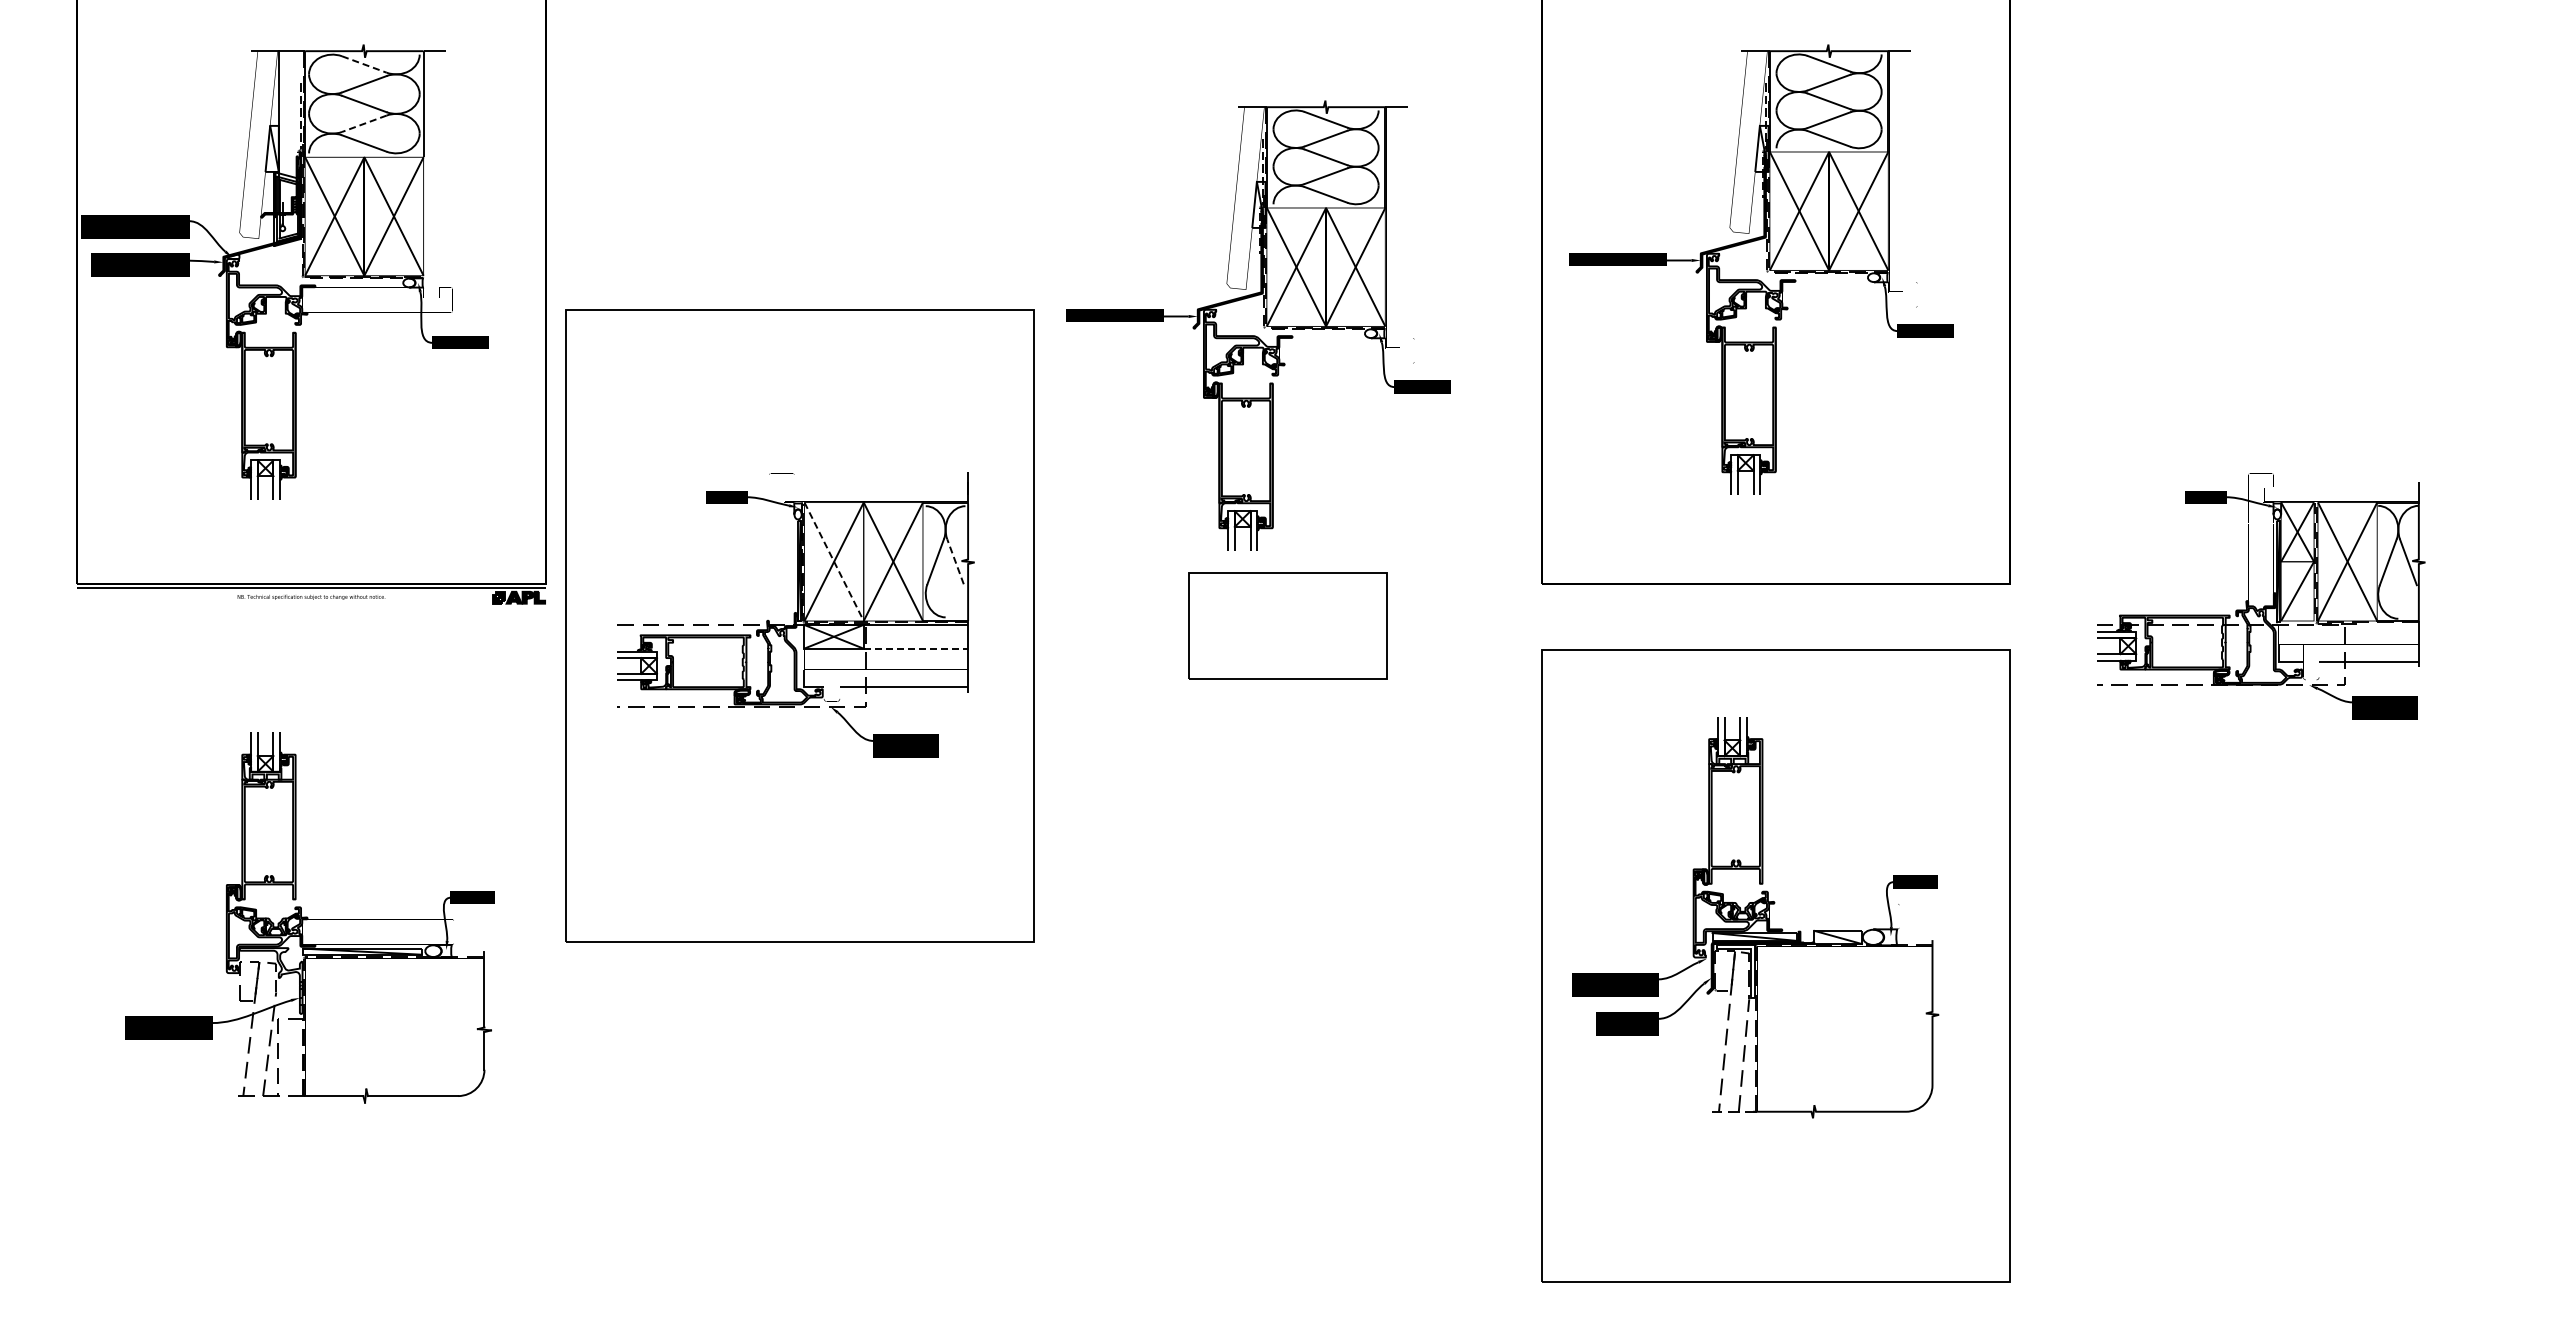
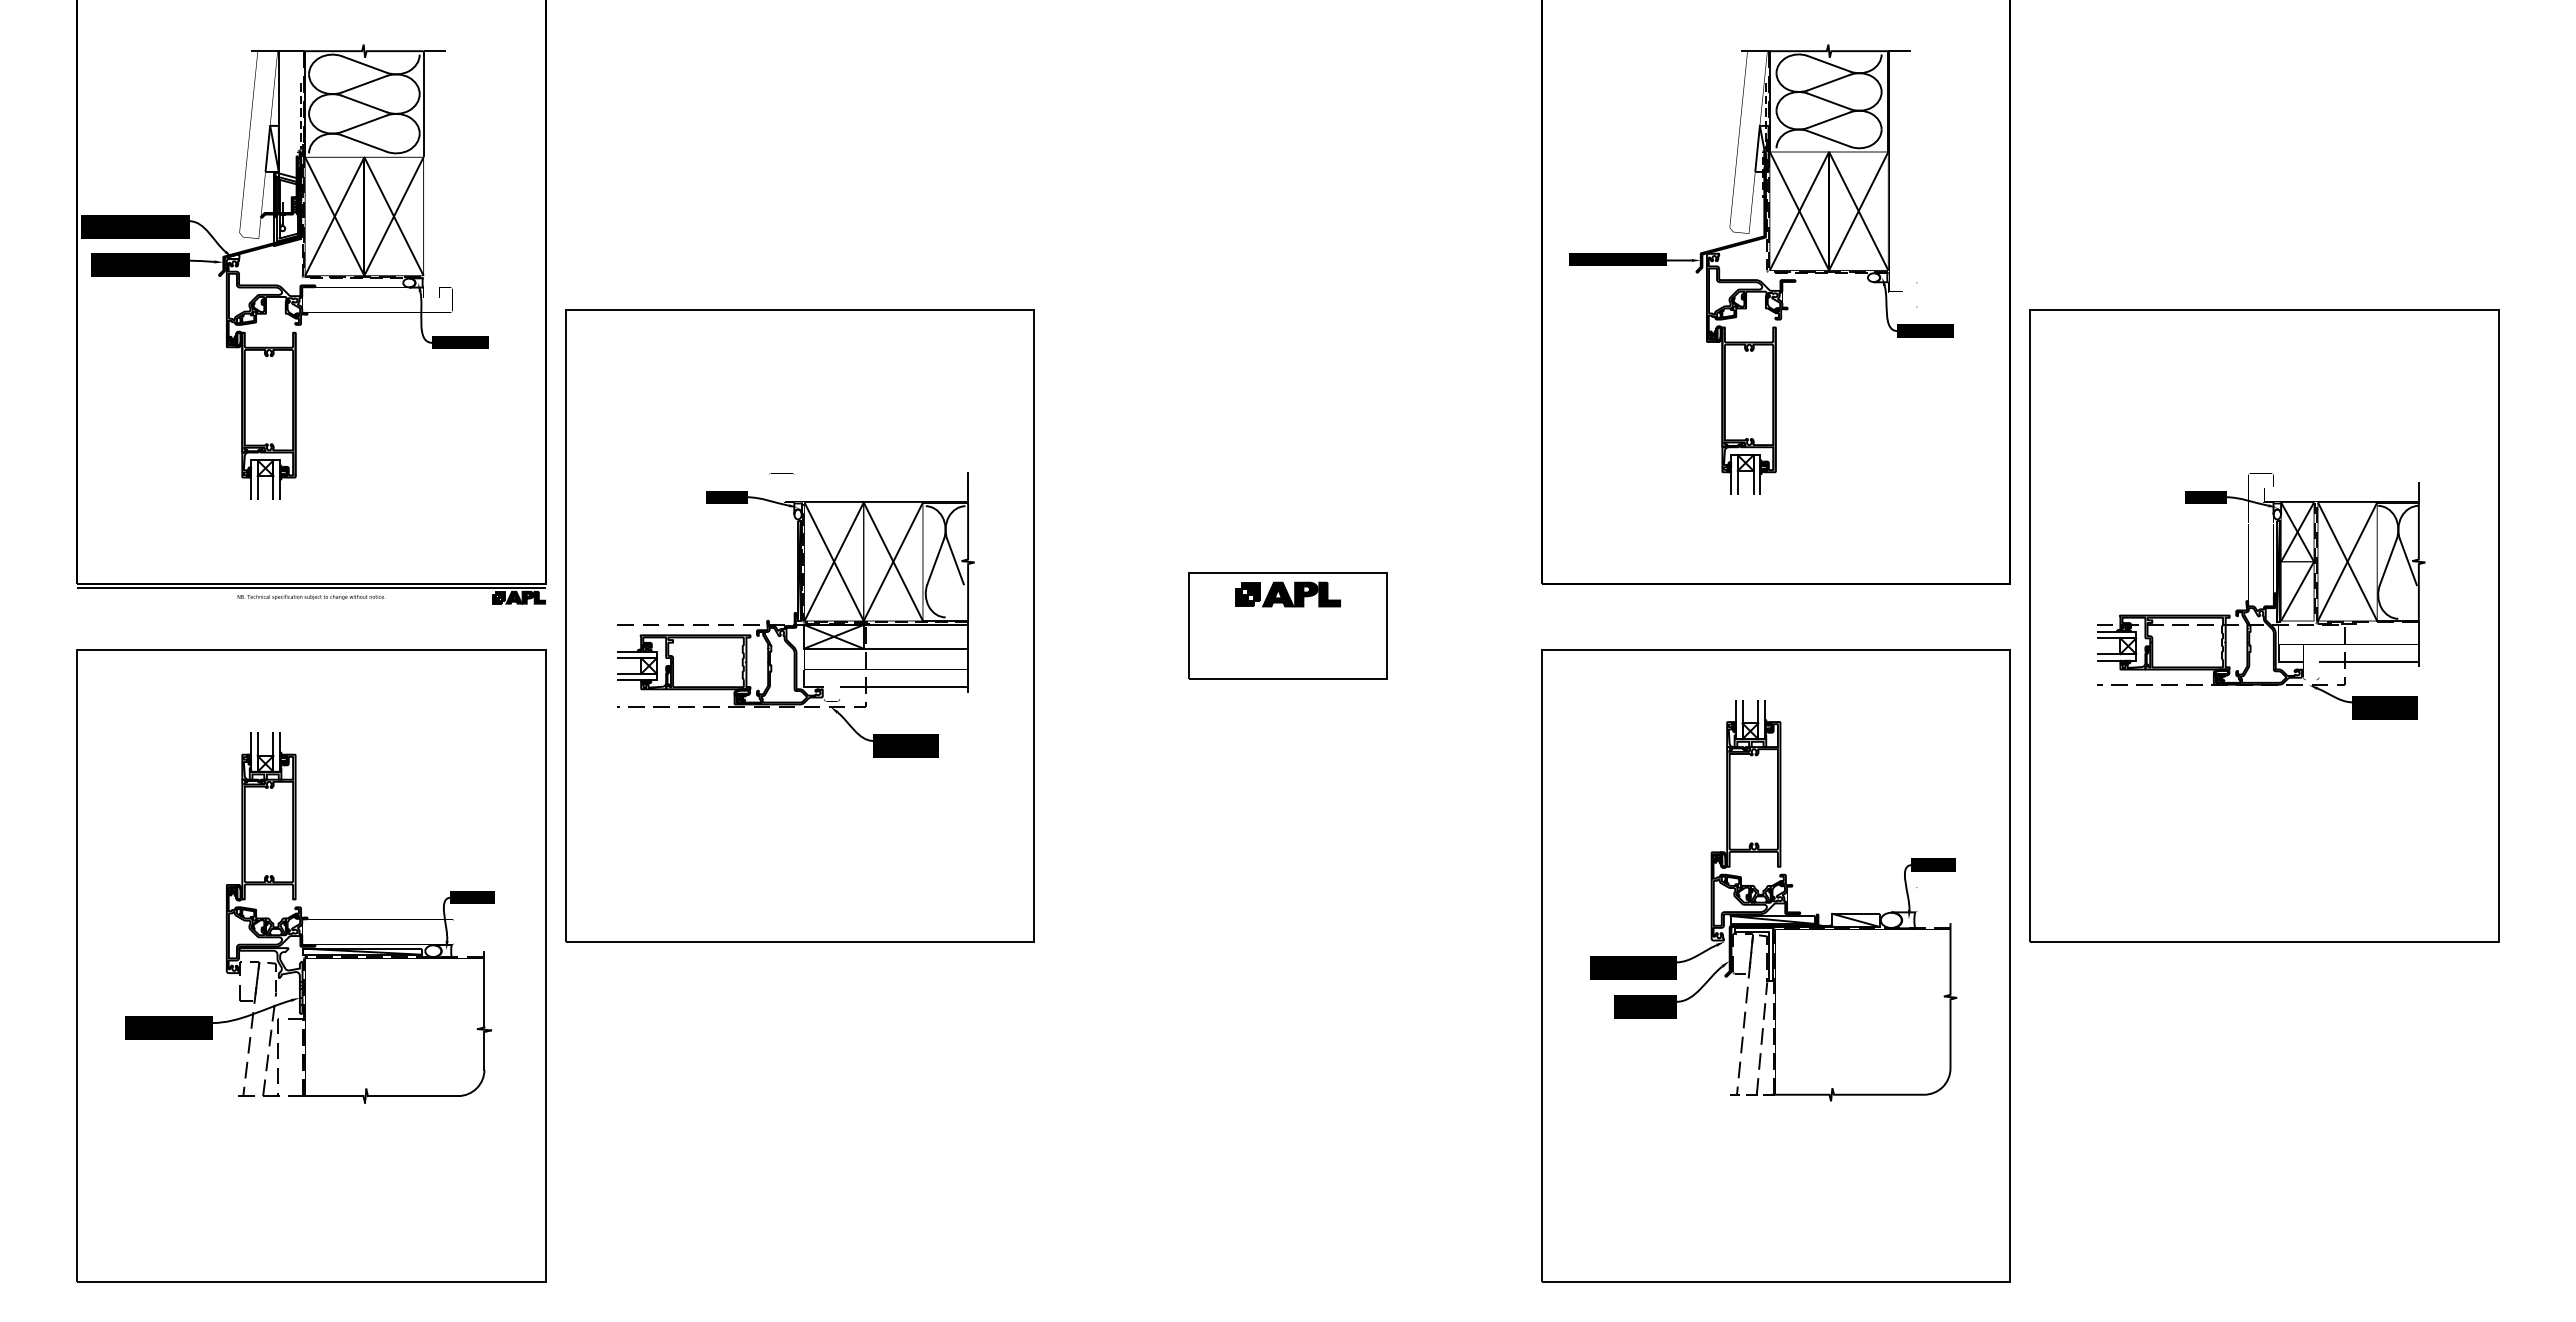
line at (364, 64): dashed -> solid
line at (364, 123): dashed -> solid
part at (1258, 325): present -> none
line at (955, 561): dashed -> solid
line at (834, 562): dashed -> solid
part at (1287, 594): none -> present
part at (2264, 625): none -> present
line at (916, 648): dashed -> solid
part at (1755, 917) position: (1755, 917) -> (1773, 900)
part at (311, 965): none -> present
